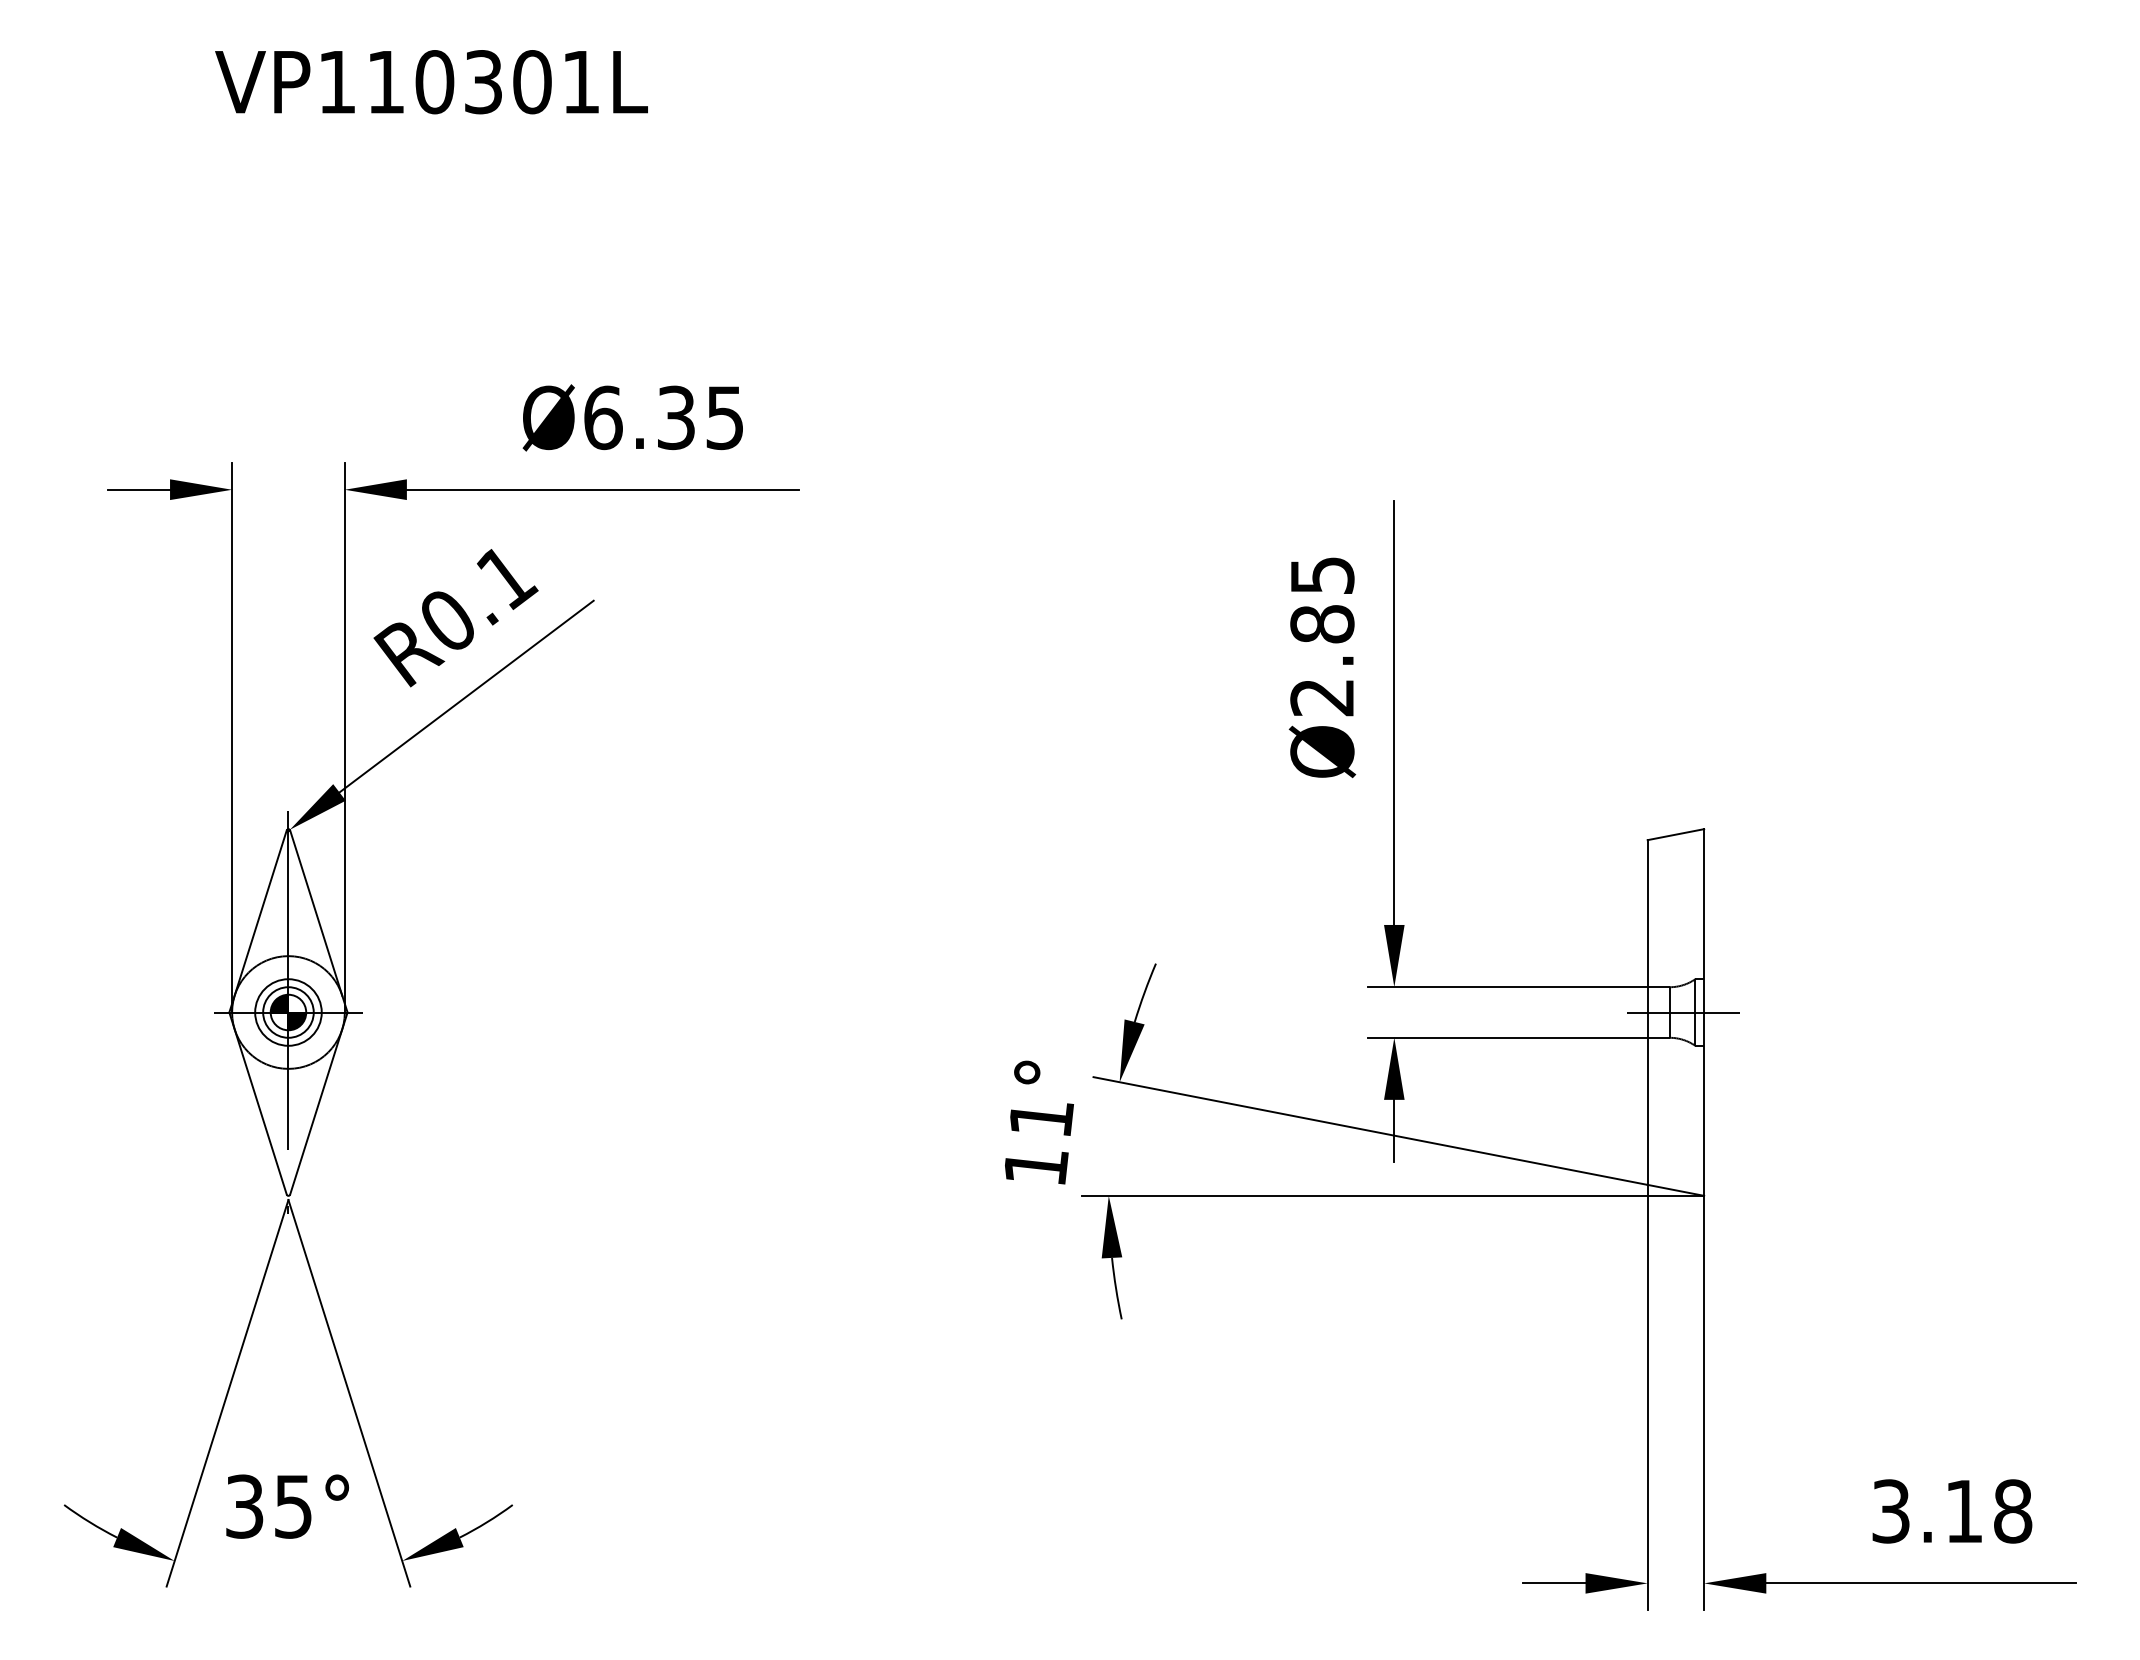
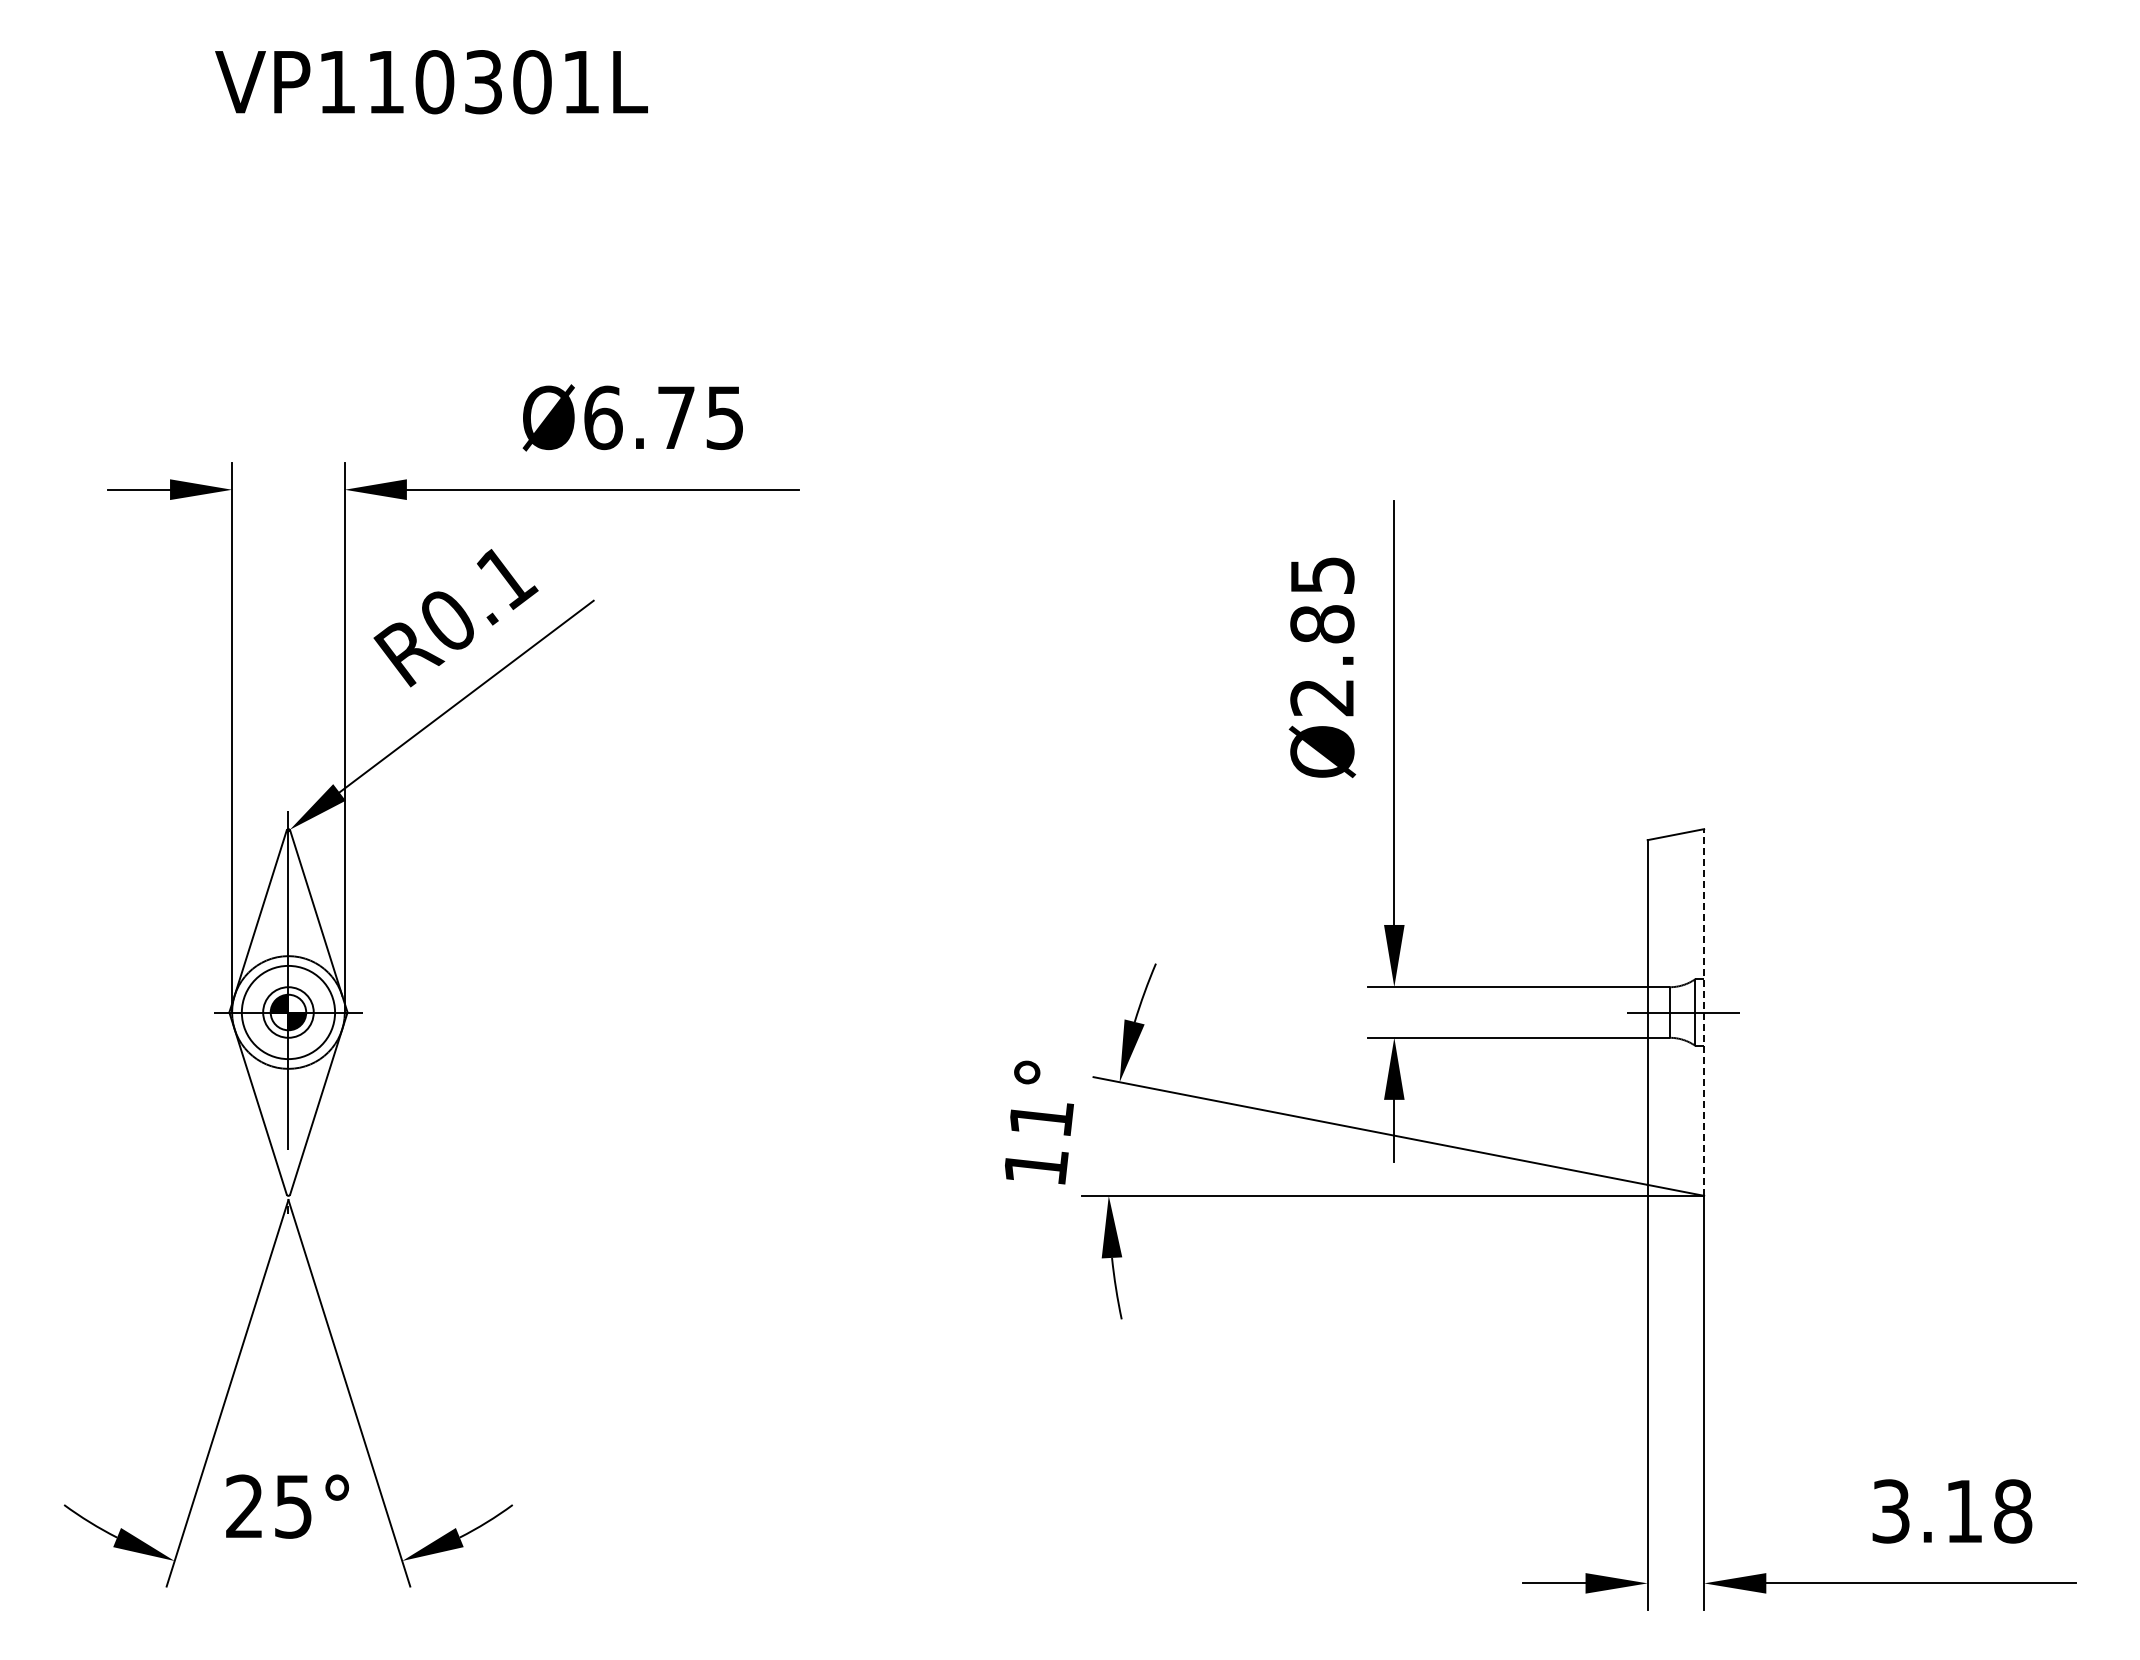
text at (676, 417): Ø6.35 -> Ø6.75
circle at (288, 1012) diameter: 67 px -> 93 px
line at (1704, 1012): solid -> dashed
text at (244, 1506): 35° -> 25°
